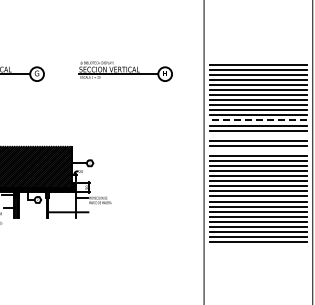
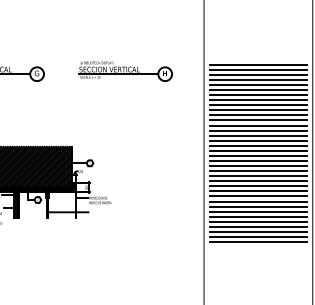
line at (257, 120): dashed -> solid
line at (258, 135): none -> present
line at (258, 150): none -> present
